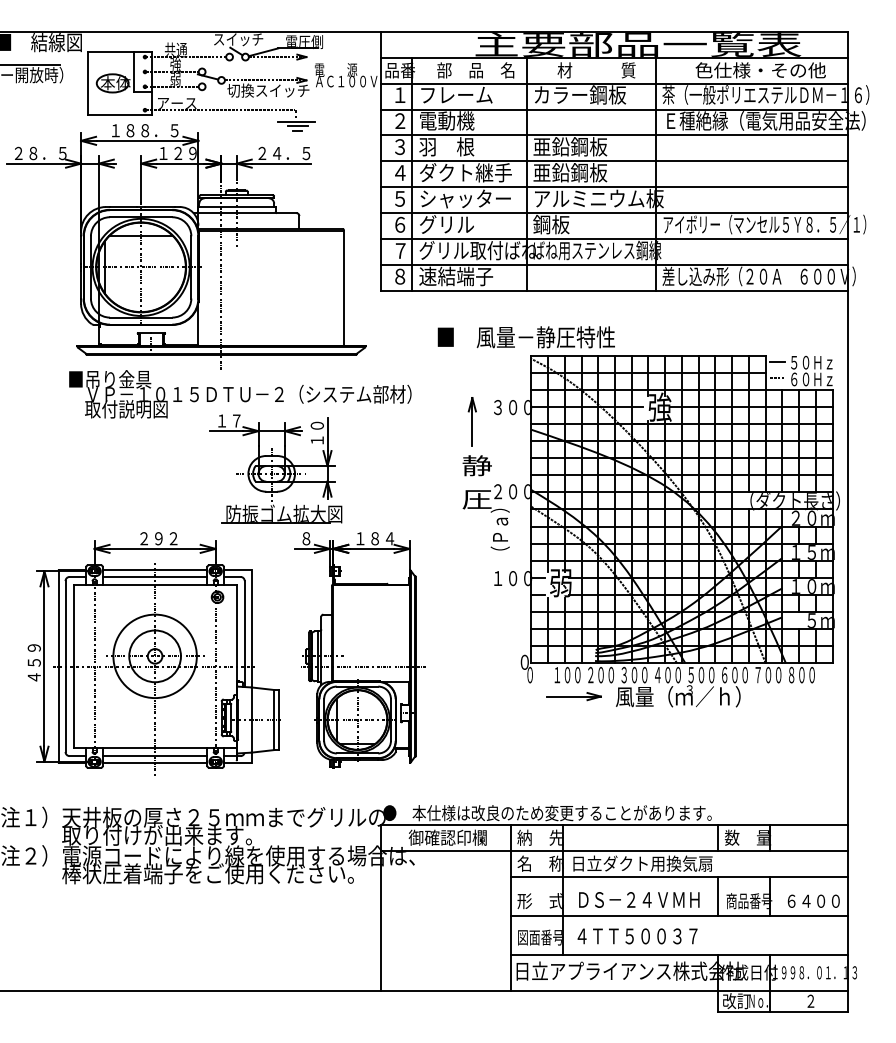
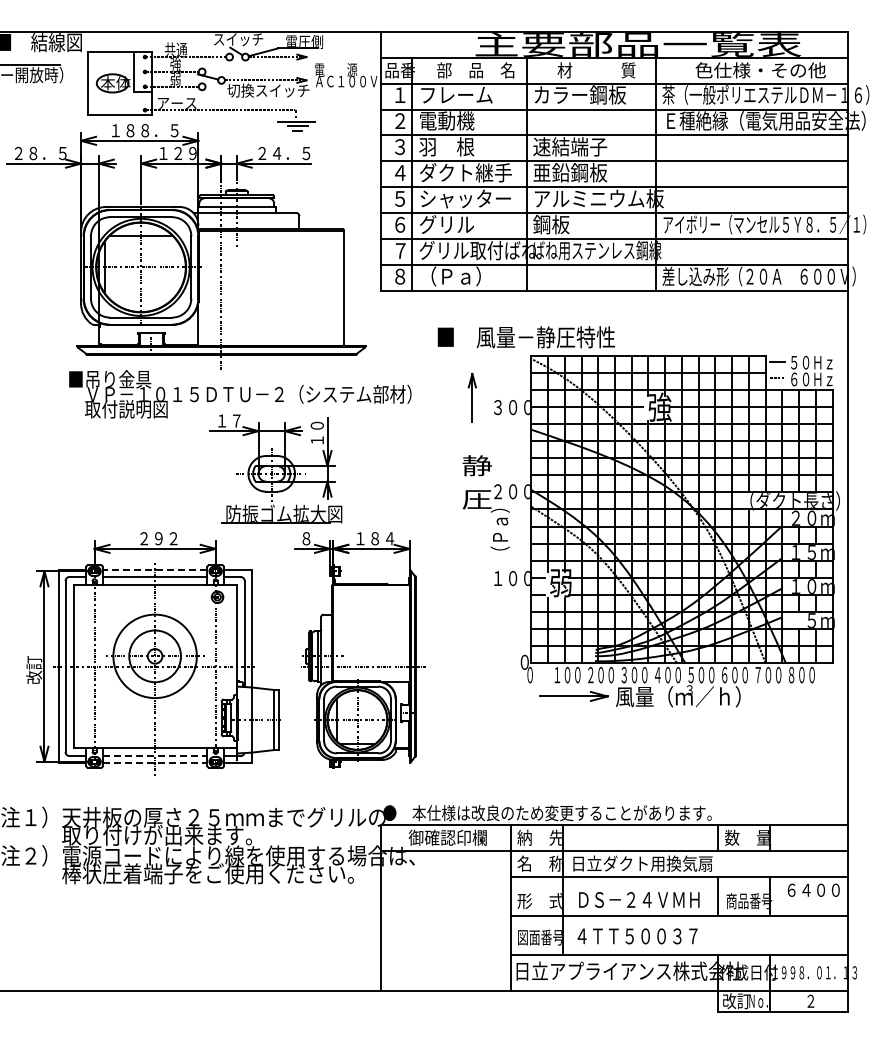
text at (570, 146): 亜鉛鋼板 -> 速結端子
text at (456, 276): 速結端子 -> （Ｐａ）
part at (471, 421) position: (471, 421) -> (471, 397)
line at (154, 570): solid -> dashed
text at (34, 663): ４５９ -> 改訂
part at (573, 696) size: 56x10 px -> 70x11 px
line at (155, 756): solid -> dashed
line at (155, 762): solid -> dashed
text at (813, 900) position: (813, 900) -> (813, 889)
